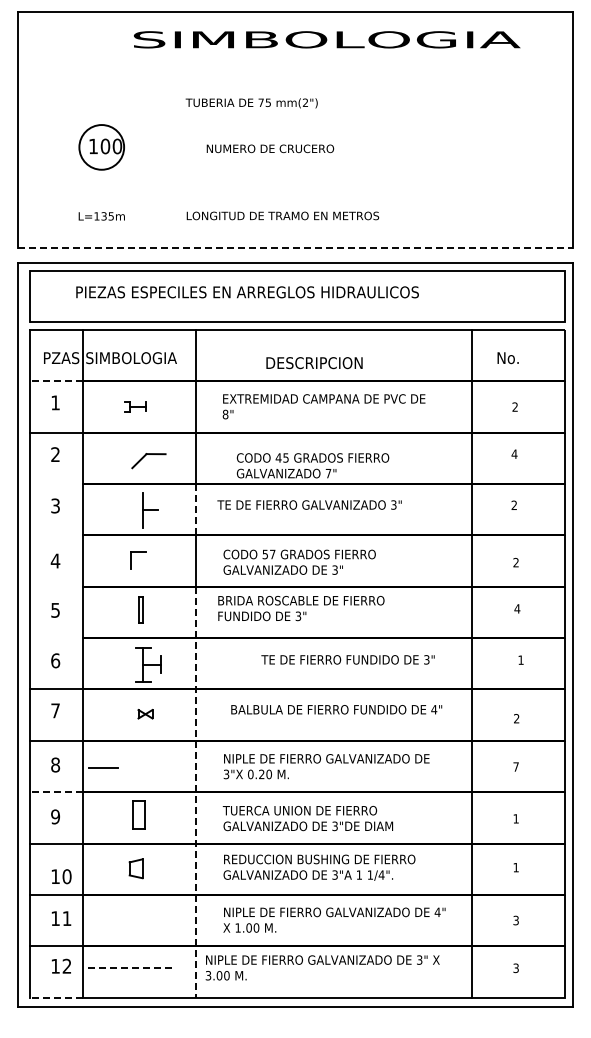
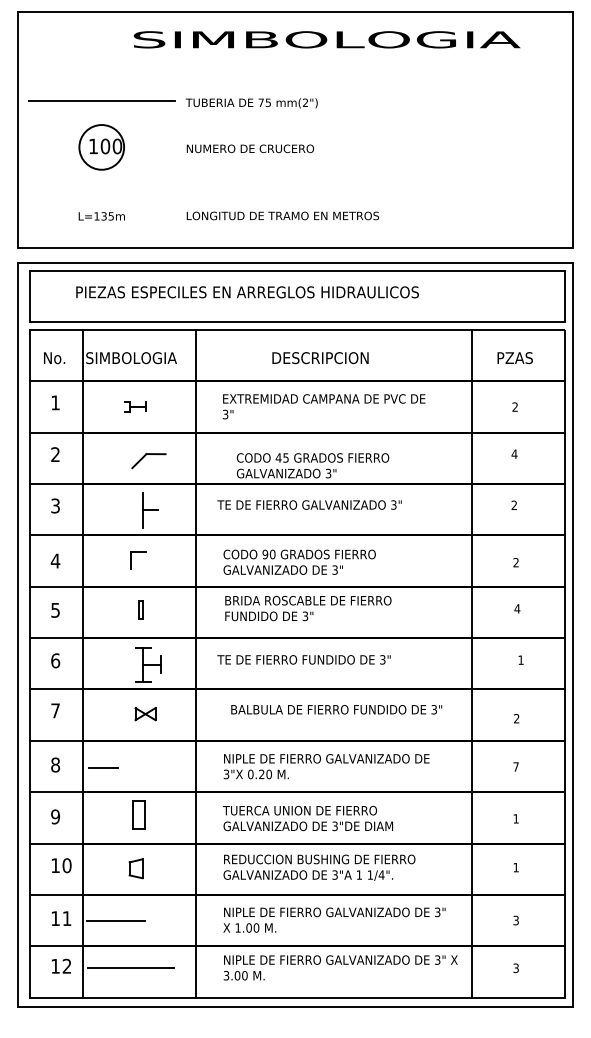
line at (101, 101): none -> present
text at (270, 148) position: (270, 148) -> (250, 148)
line at (295, 247): dashed -> solid
text at (62, 358): PZAS -> No.
text at (515, 358): No. -> PZAS
text at (314, 363) position: (314, 363) -> (320, 358)
line at (56, 381): dashed -> solid
text at (225, 414): 8" -> 3"
text at (328, 473): 7" -> 3"
line at (56, 484): none -> present
line at (195, 509): dashed -> solid
line at (56, 535): none -> present
text at (268, 554): 57 -> 90
line at (56, 586): none -> present
text at (301, 608) position: (301, 608) -> (308, 608)
part at (140, 609) size: 6x28 px -> 6x20 px
line at (56, 638): none -> present
text at (347, 659) position: (347, 659) -> (303, 659)
text at (434, 709): 4" -> 3"
part at (145, 714) size: 17x11 px -> 23x15 px
line at (56, 792): dashed -> solid
line at (195, 792): dashed -> solid
text at (61, 876) position: (61, 876) -> (61, 865)
text at (437, 912): 4" -> 3"
line at (115, 920): none -> present
text at (322, 967) position: (322, 967) -> (340, 967)
line at (131, 968): dashed -> solid
line at (56, 997): dashed -> solid
